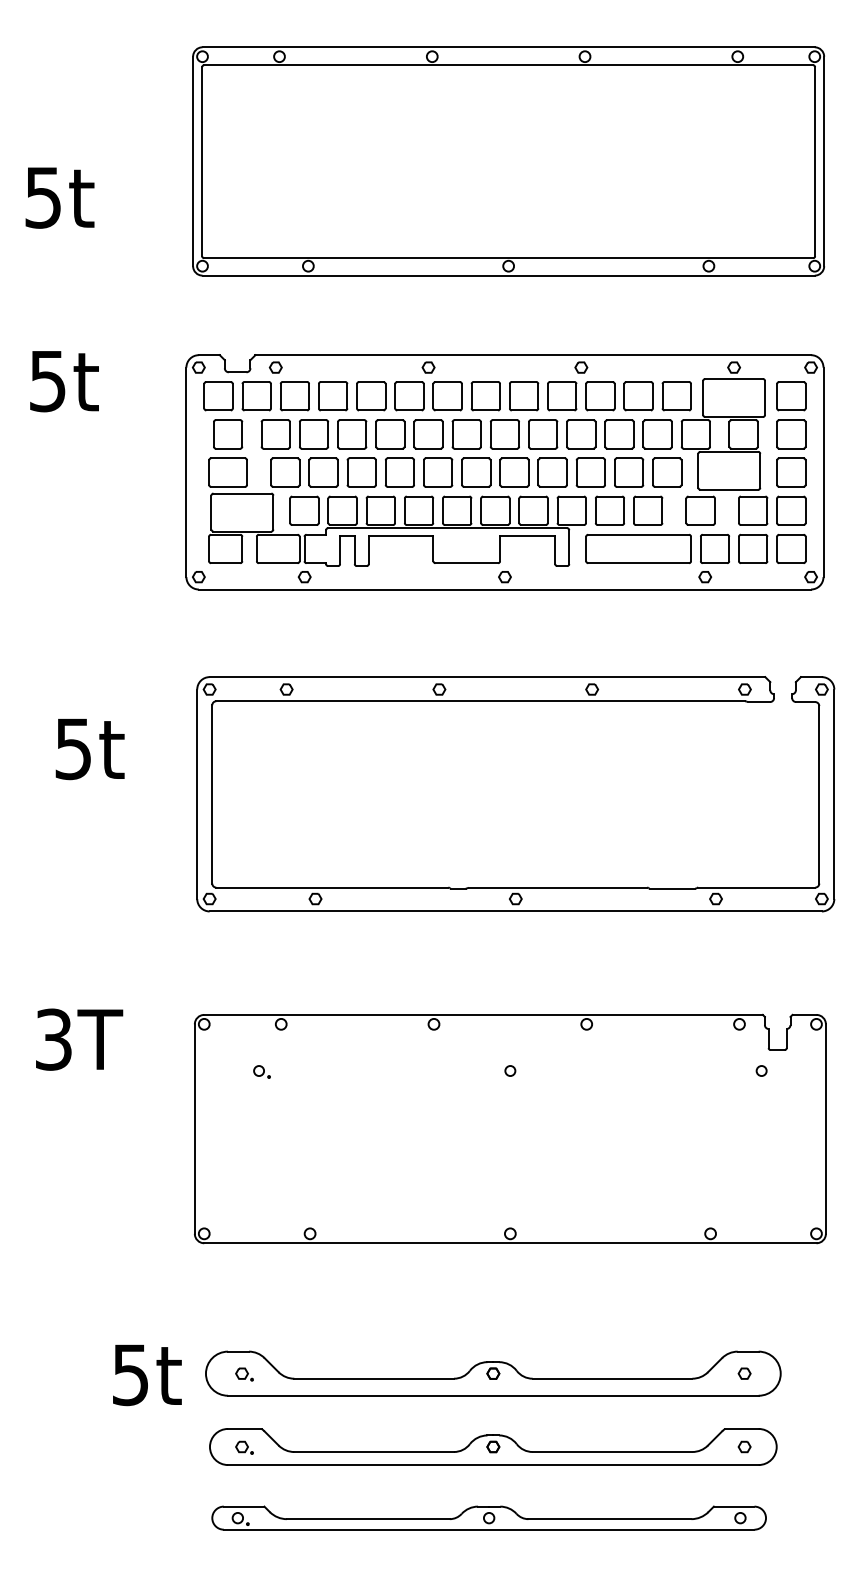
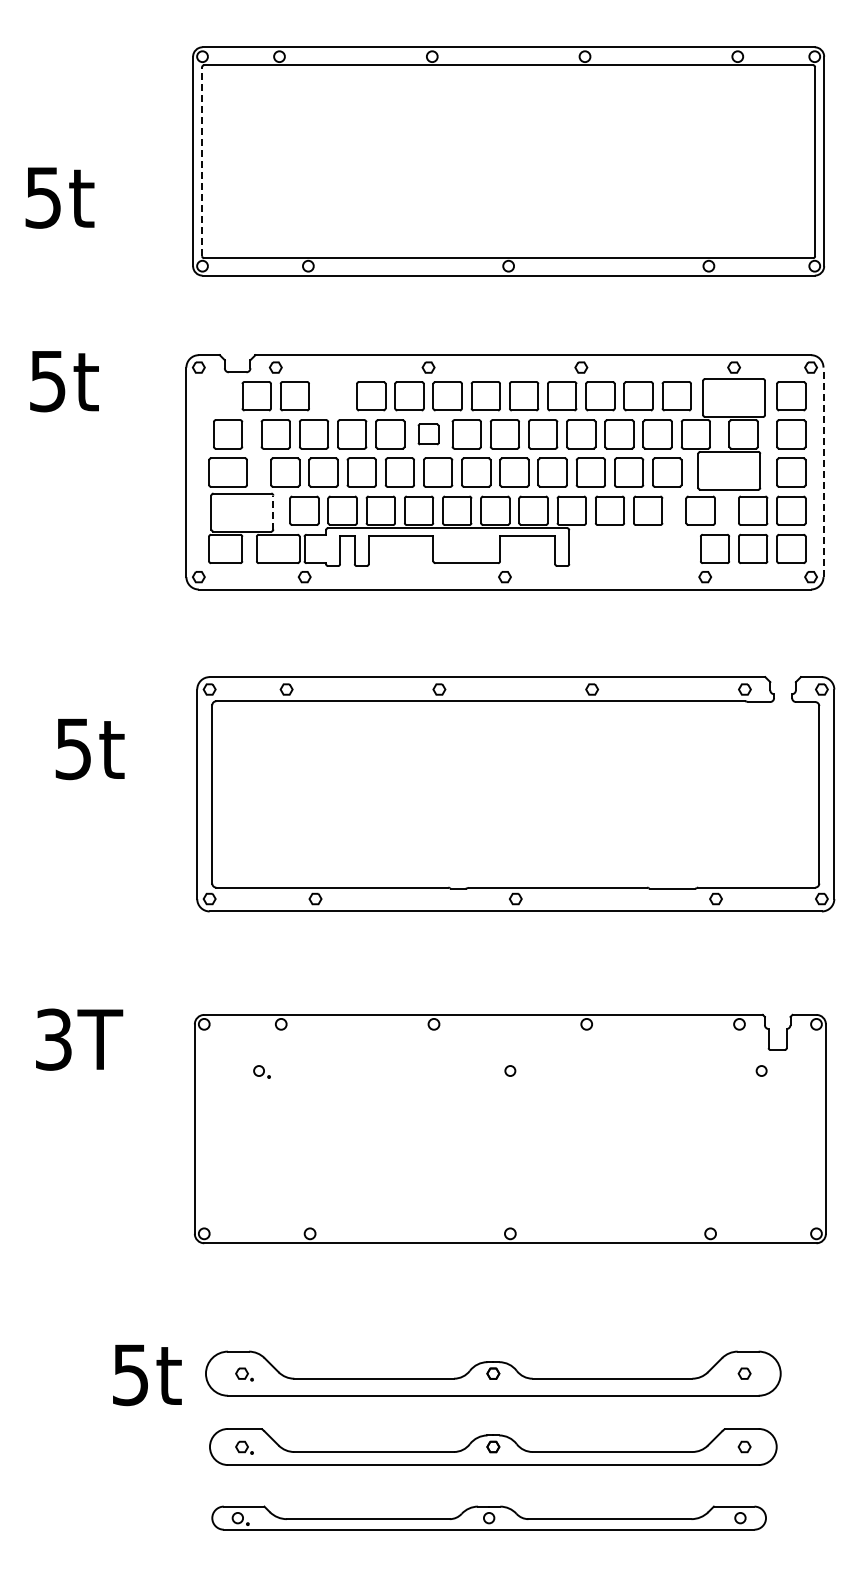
line at (202, 161): solid -> dashed
part at (218, 396): present -> none
part at (333, 396): present -> none
part at (428, 434) size: 31x31 px -> 23x23 px
line at (823, 472): solid -> dashed
line at (273, 512): solid -> dashed
part at (638, 548): present -> none
